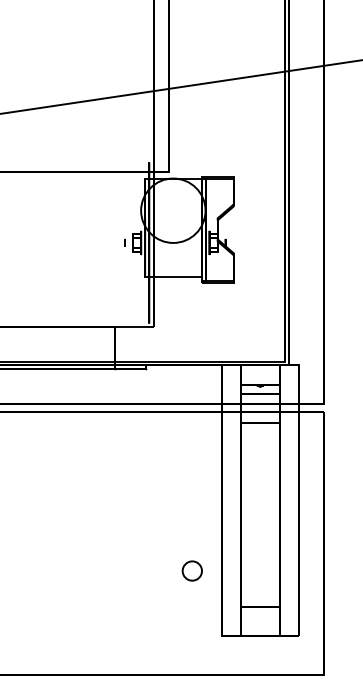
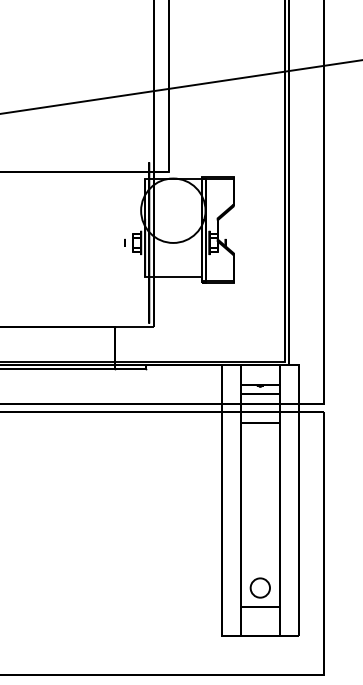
circle at (191, 570) position: (191, 570) -> (259, 587)
